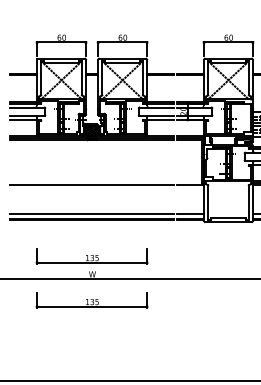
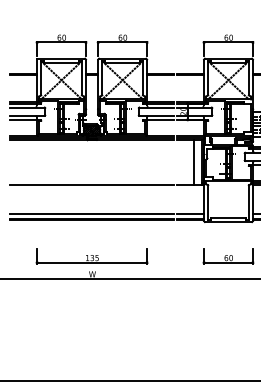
line at (193, 162): none -> present
part at (228, 256): none -> present
part at (91, 300): present -> none
